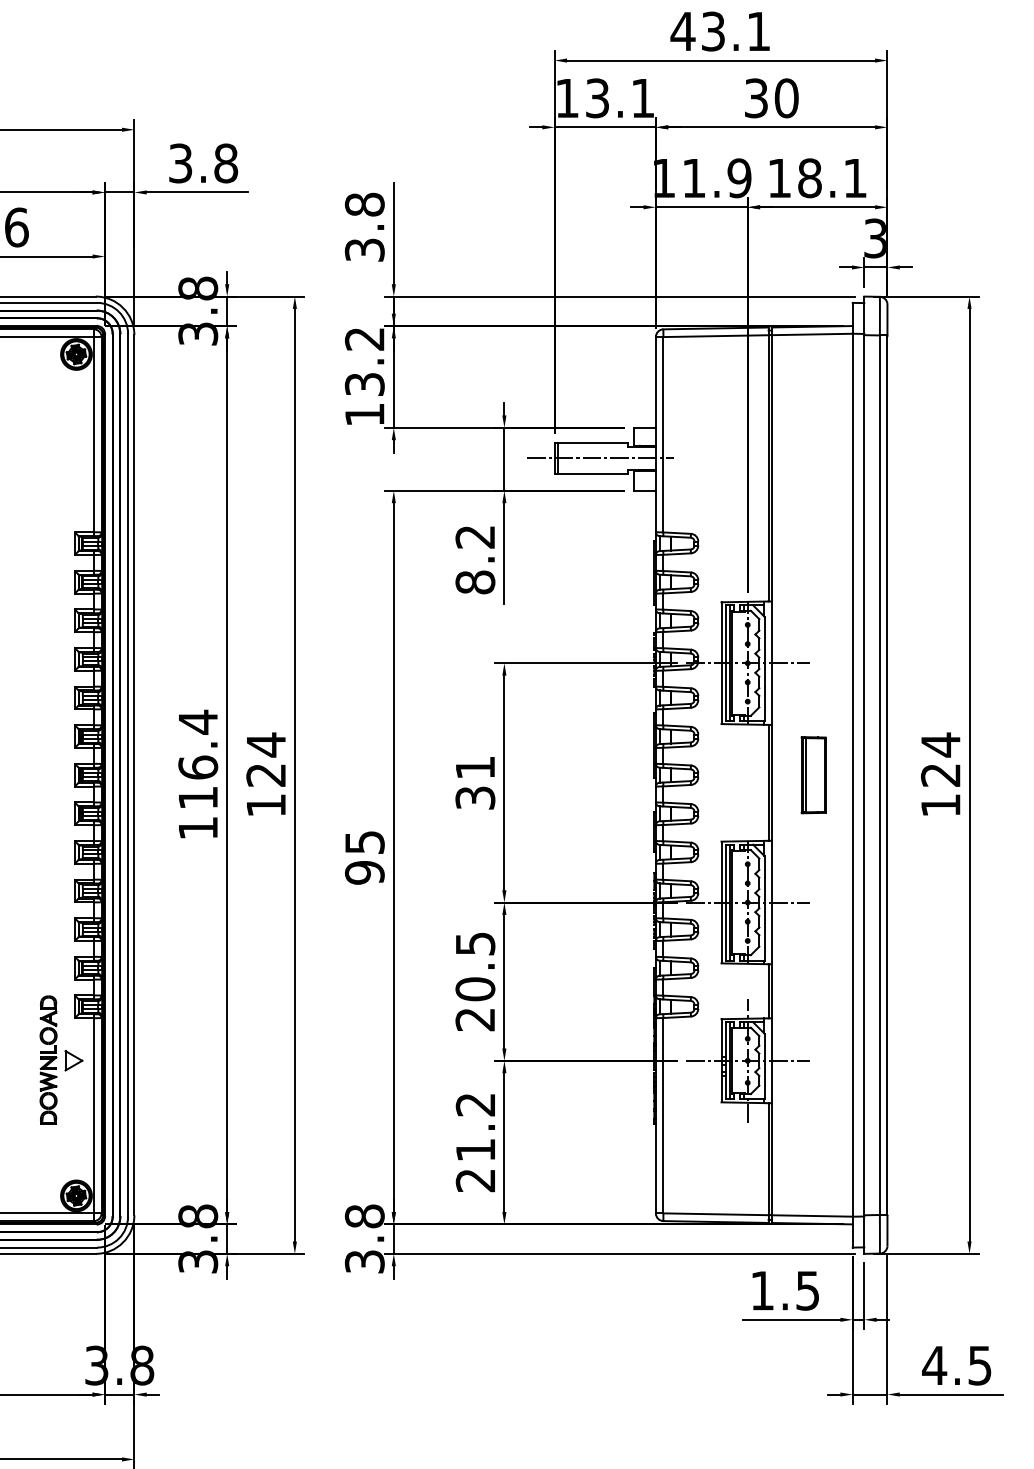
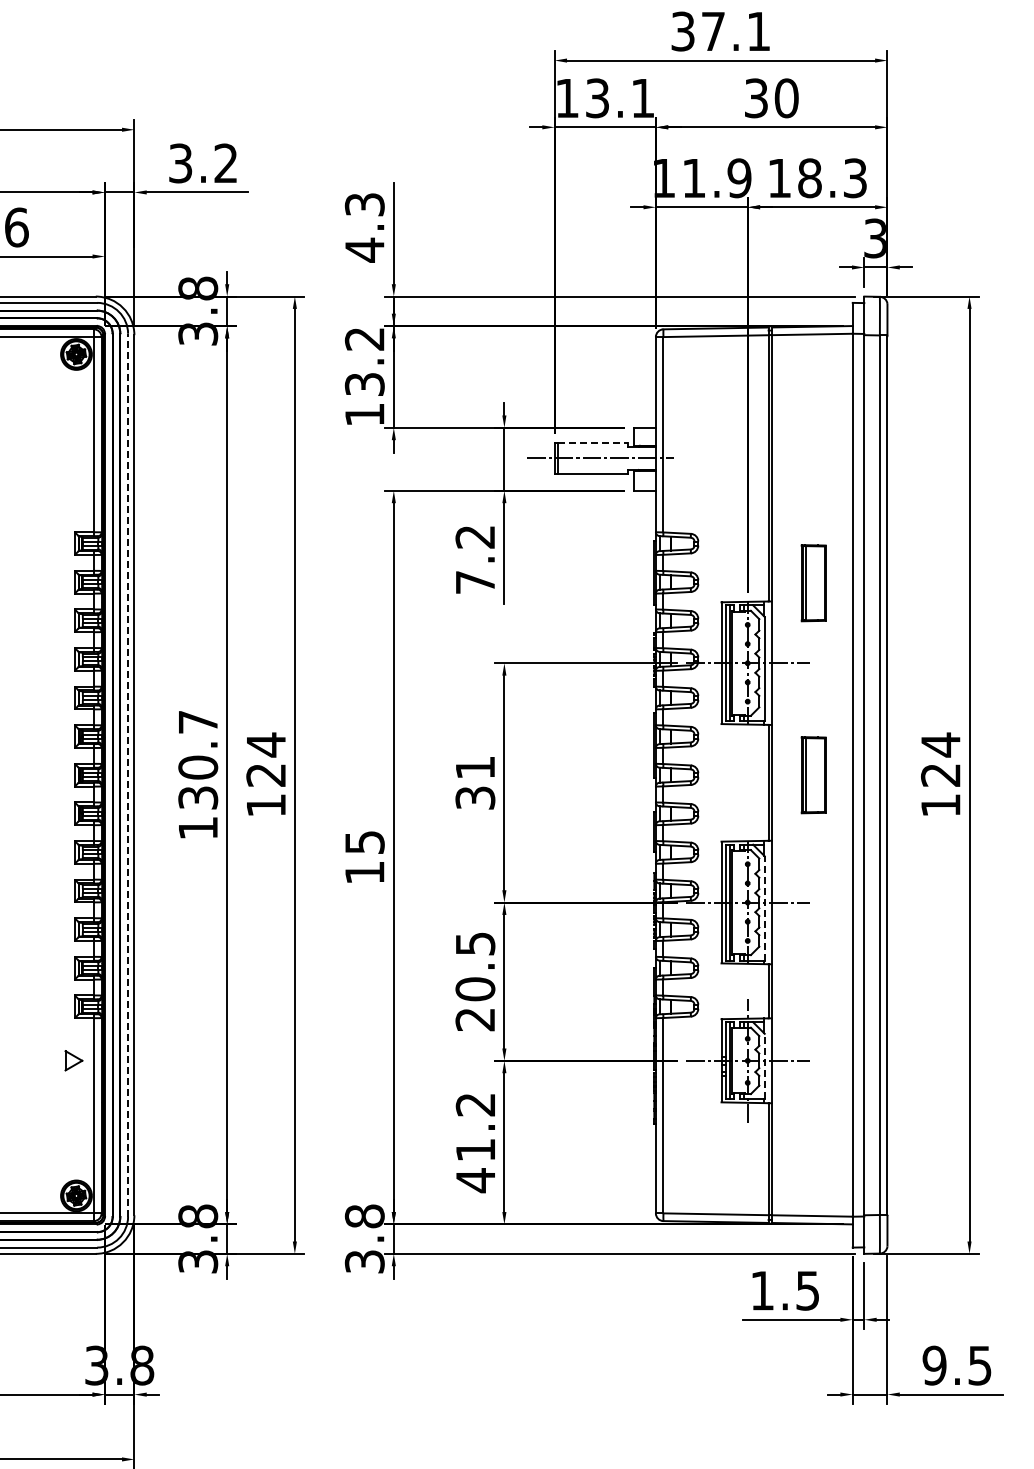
text at (697, 31): 43.1 -> 37.1
text at (226, 163): 3.8 -> 3.2
text at (855, 178): 18.1 -> 18.3
text at (364, 227): 3.8 -> 4.3
line at (593, 442): solid -> dashed
text at (475, 582): 8.2 -> 7.2
part at (813, 583): none -> present
text at (198, 759): 116.4 -> 130.7
line at (128, 774): solid -> dashed
text at (364, 872): 95 -> 15
line at (764, 907): solid -> dashed
part at (48, 1059): present -> none
line at (764, 1066): solid -> dashed
text at (474, 1180): 21.2 -> 41.2
text at (934, 1365): 4.5 -> 9.5
